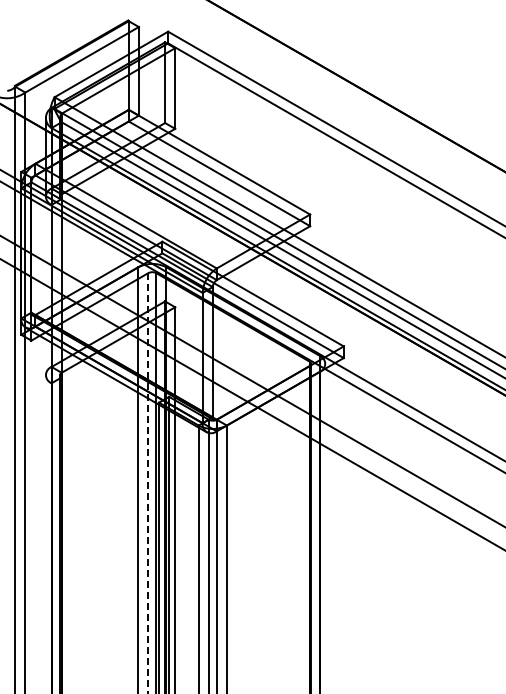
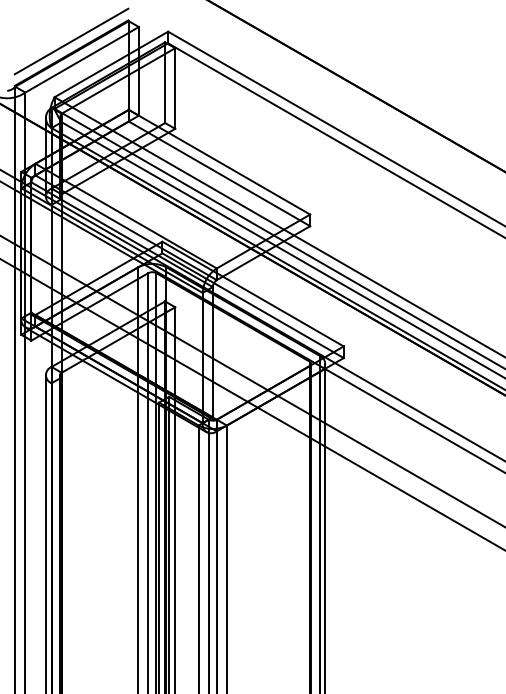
line at (71, 41): none -> present
line at (148, 483): dashed -> solid
line at (325, 526): none -> present
line at (45, 532): none -> present
